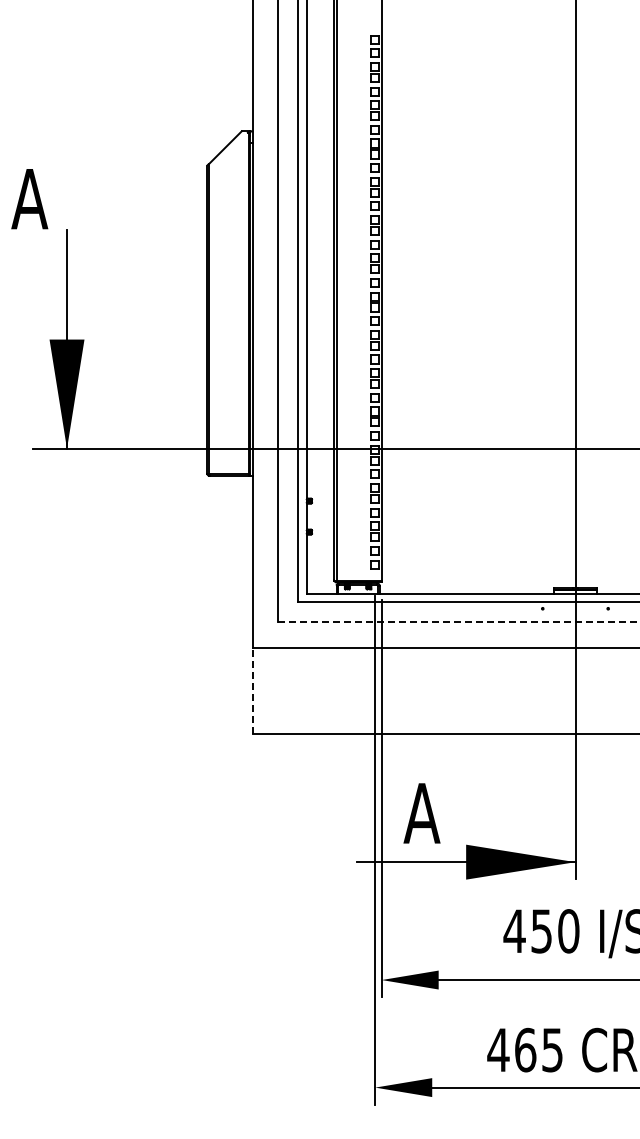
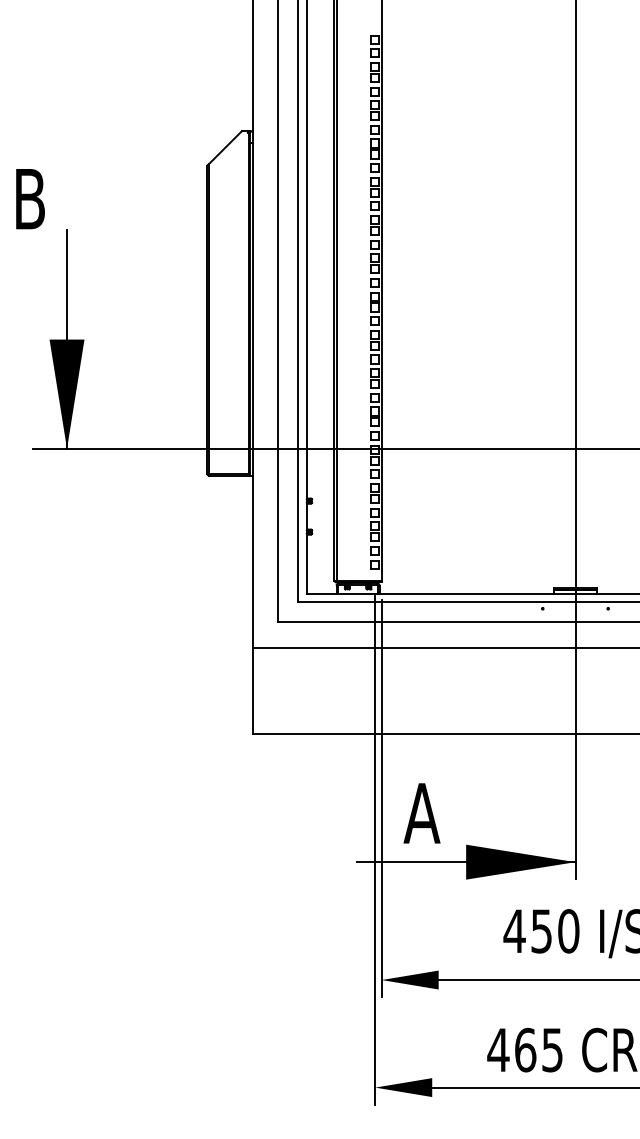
text at (29, 199): A -> B
line at (459, 622): dashed -> solid
line at (252, 690): dashed -> solid
